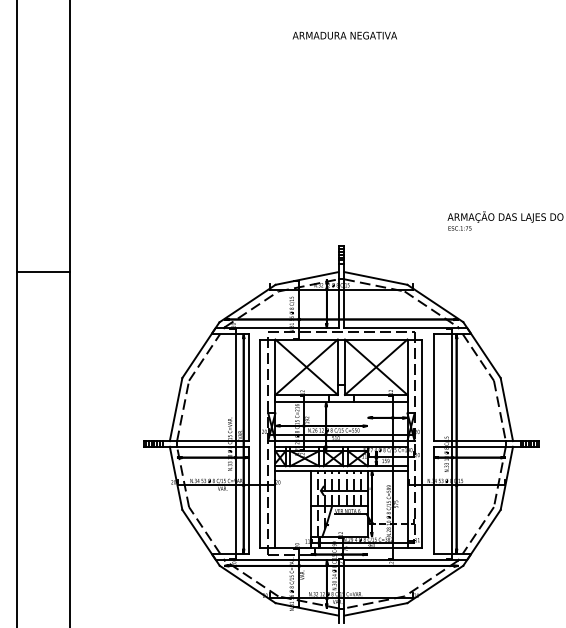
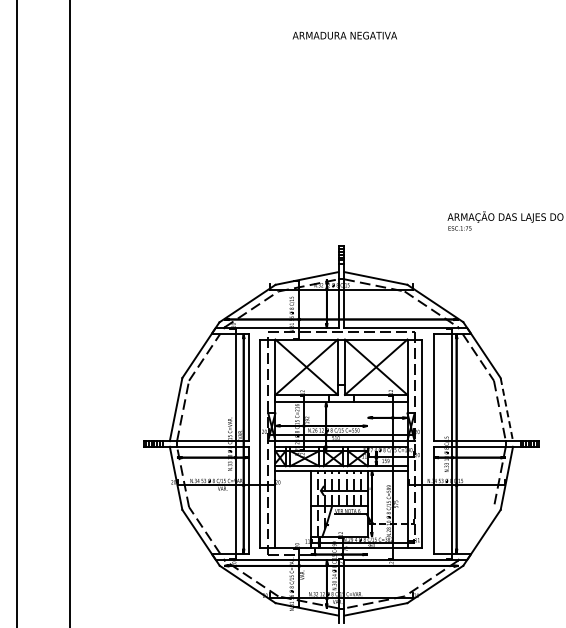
line at (43, 272): present -> none
line at (506, 410): solid -> dashed
line at (477, 530): present -> none
